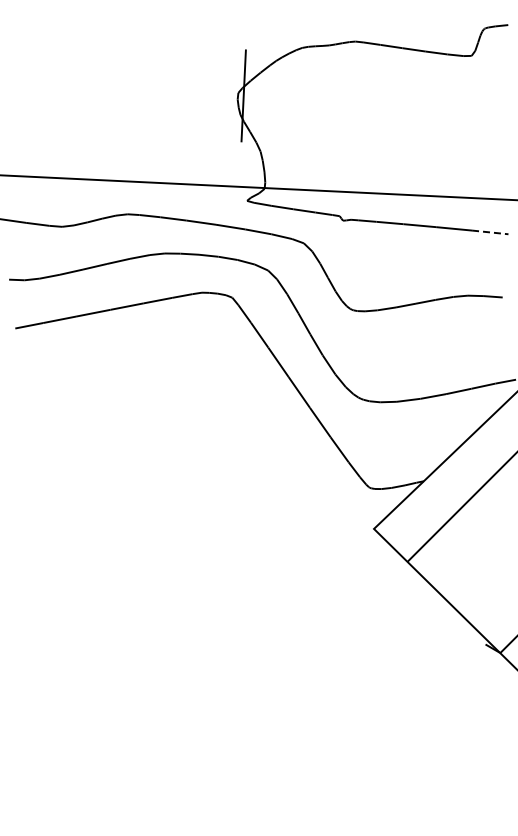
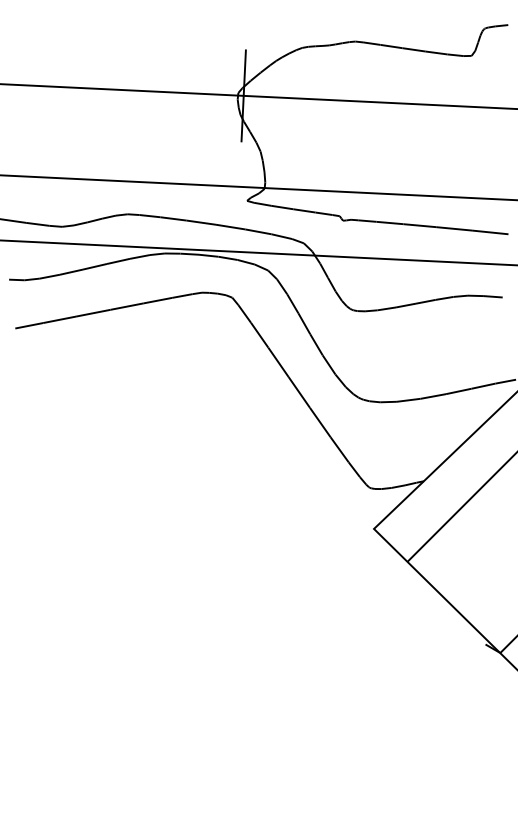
line at (258, 96): none -> present
line at (490, 232): dashed -> solid
line at (258, 252): none -> present
